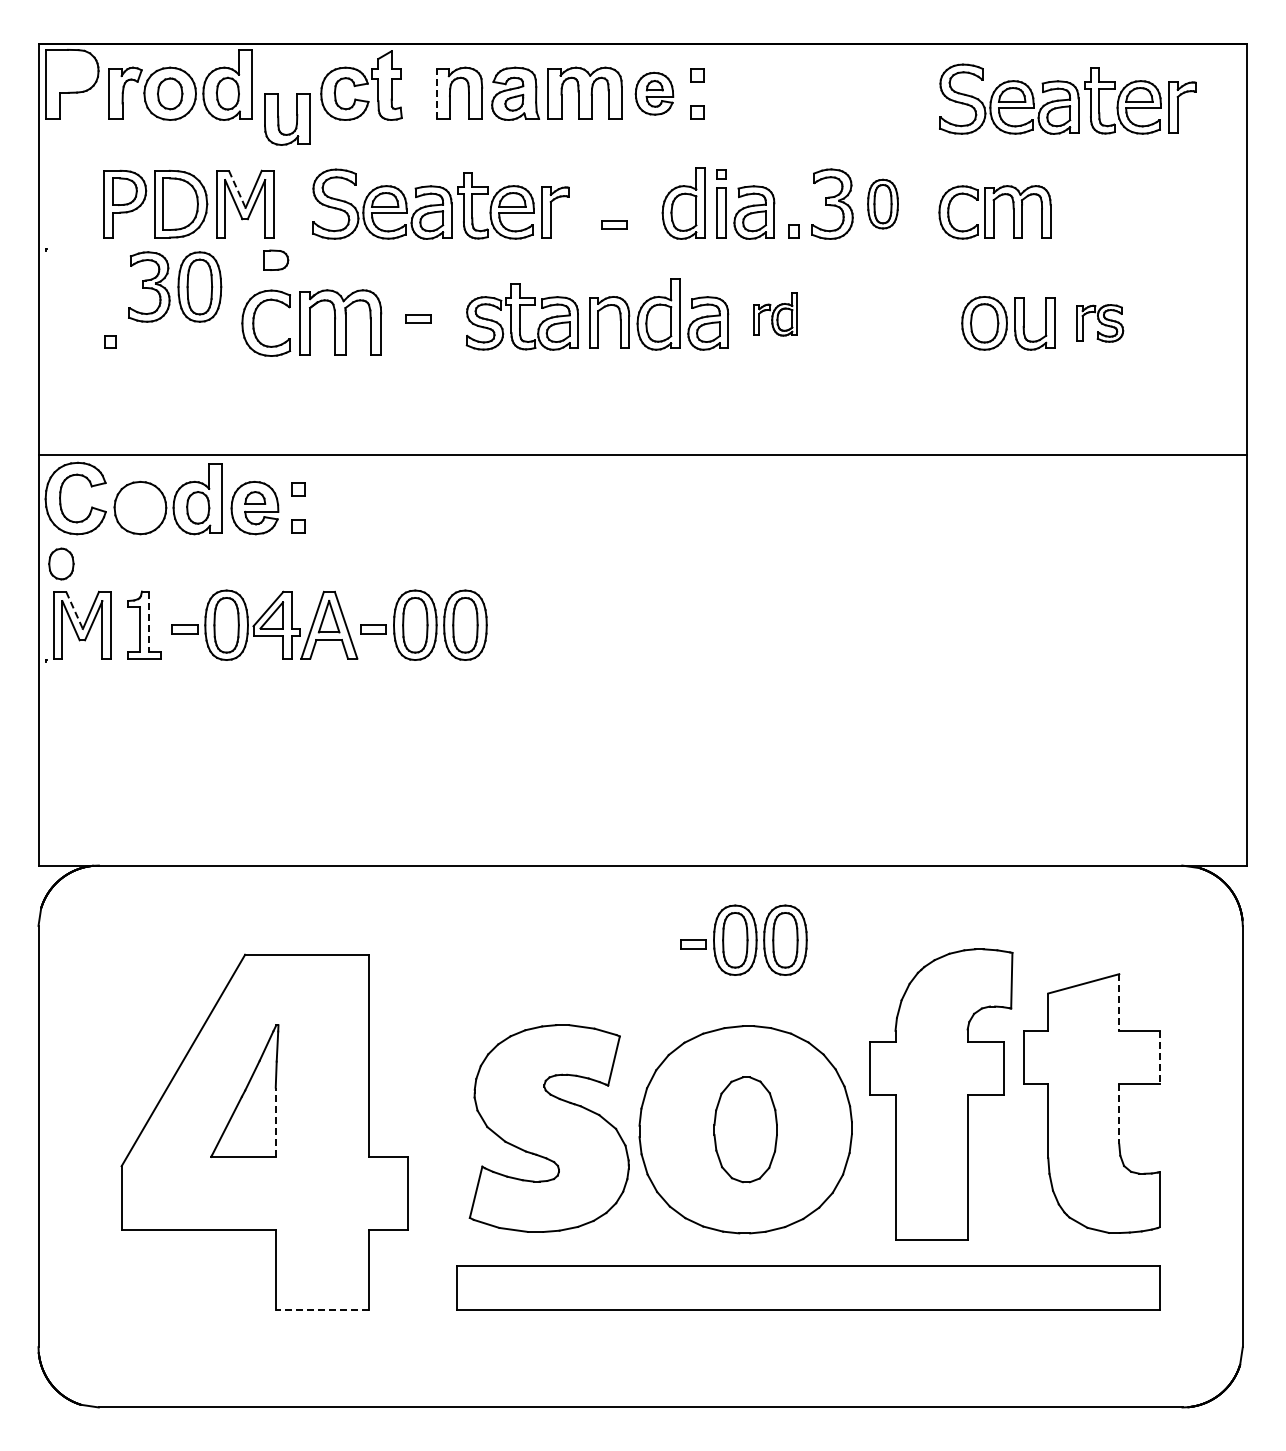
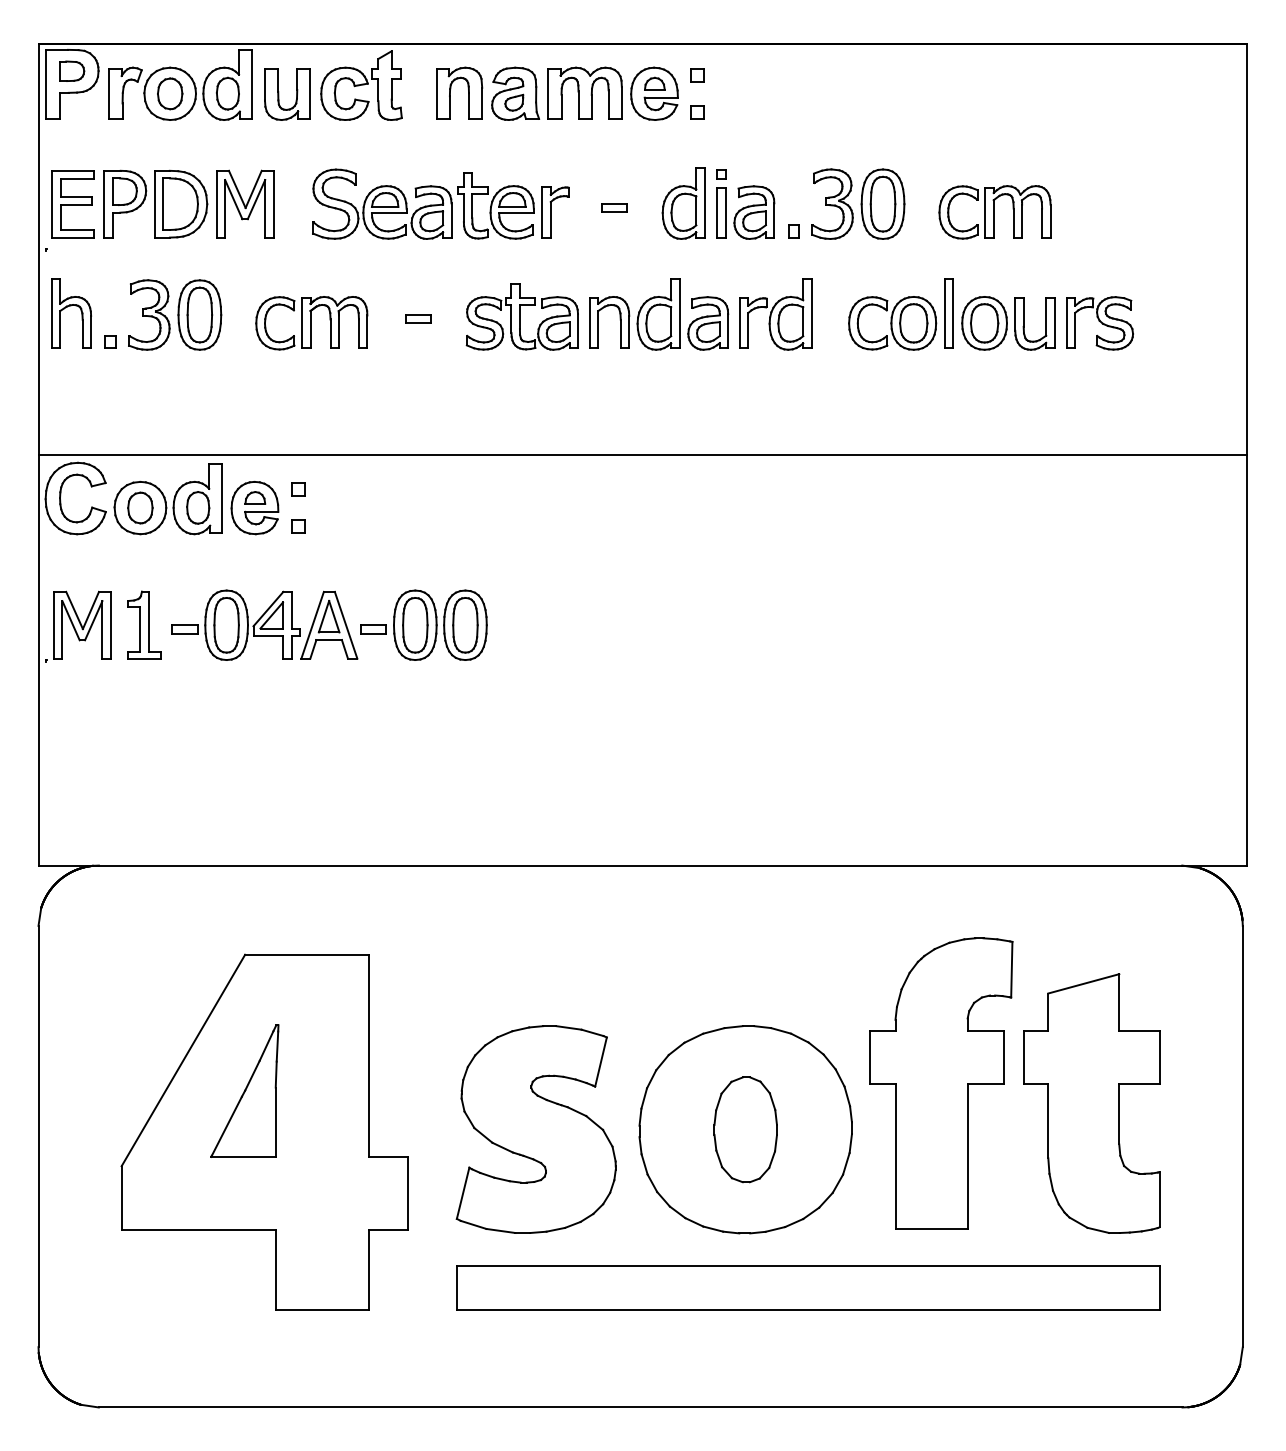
line at (436, 93): dashed -> solid
part at (654, 93) size: 41x45 px -> 49x55 px
part at (1067, 98): present -> none
part at (279, 119) position: (279, 119) -> (279, 94)
line at (237, 189): dashed -> solid
part at (882, 203) size: 32x52 px -> 46x72 px
part at (72, 204): none -> present
part at (614, 224) position: (614, 224) -> (614, 207)
part at (276, 259) position: (276, 259) -> (72, 70)
part at (175, 286) position: (175, 286) -> (175, 314)
part at (71, 306): none -> present
part at (775, 314) size: 45x45 px -> 74x73 px
part at (900, 314): none -> present
part at (311, 322) size: 142x68 px -> 114x55 px
part at (1100, 323) size: 49x39 px -> 68x55 px
part at (61, 563) position: (61, 563) -> (140, 507)
line at (74, 610): dashed -> solid
line at (148, 622): dashed -> solid
part at (743, 939): present -> none
line at (1119, 1002): dashed -> solid
line at (1160, 1057): dashed -> solid
part at (941, 1094) position: (941, 1094) -> (941, 1083)
line at (1119, 1114): dashed -> solid
line at (275, 1122): dashed -> solid
part at (548, 1128) position: (548, 1128) -> (535, 1129)
line at (321, 1310): dashed -> solid
